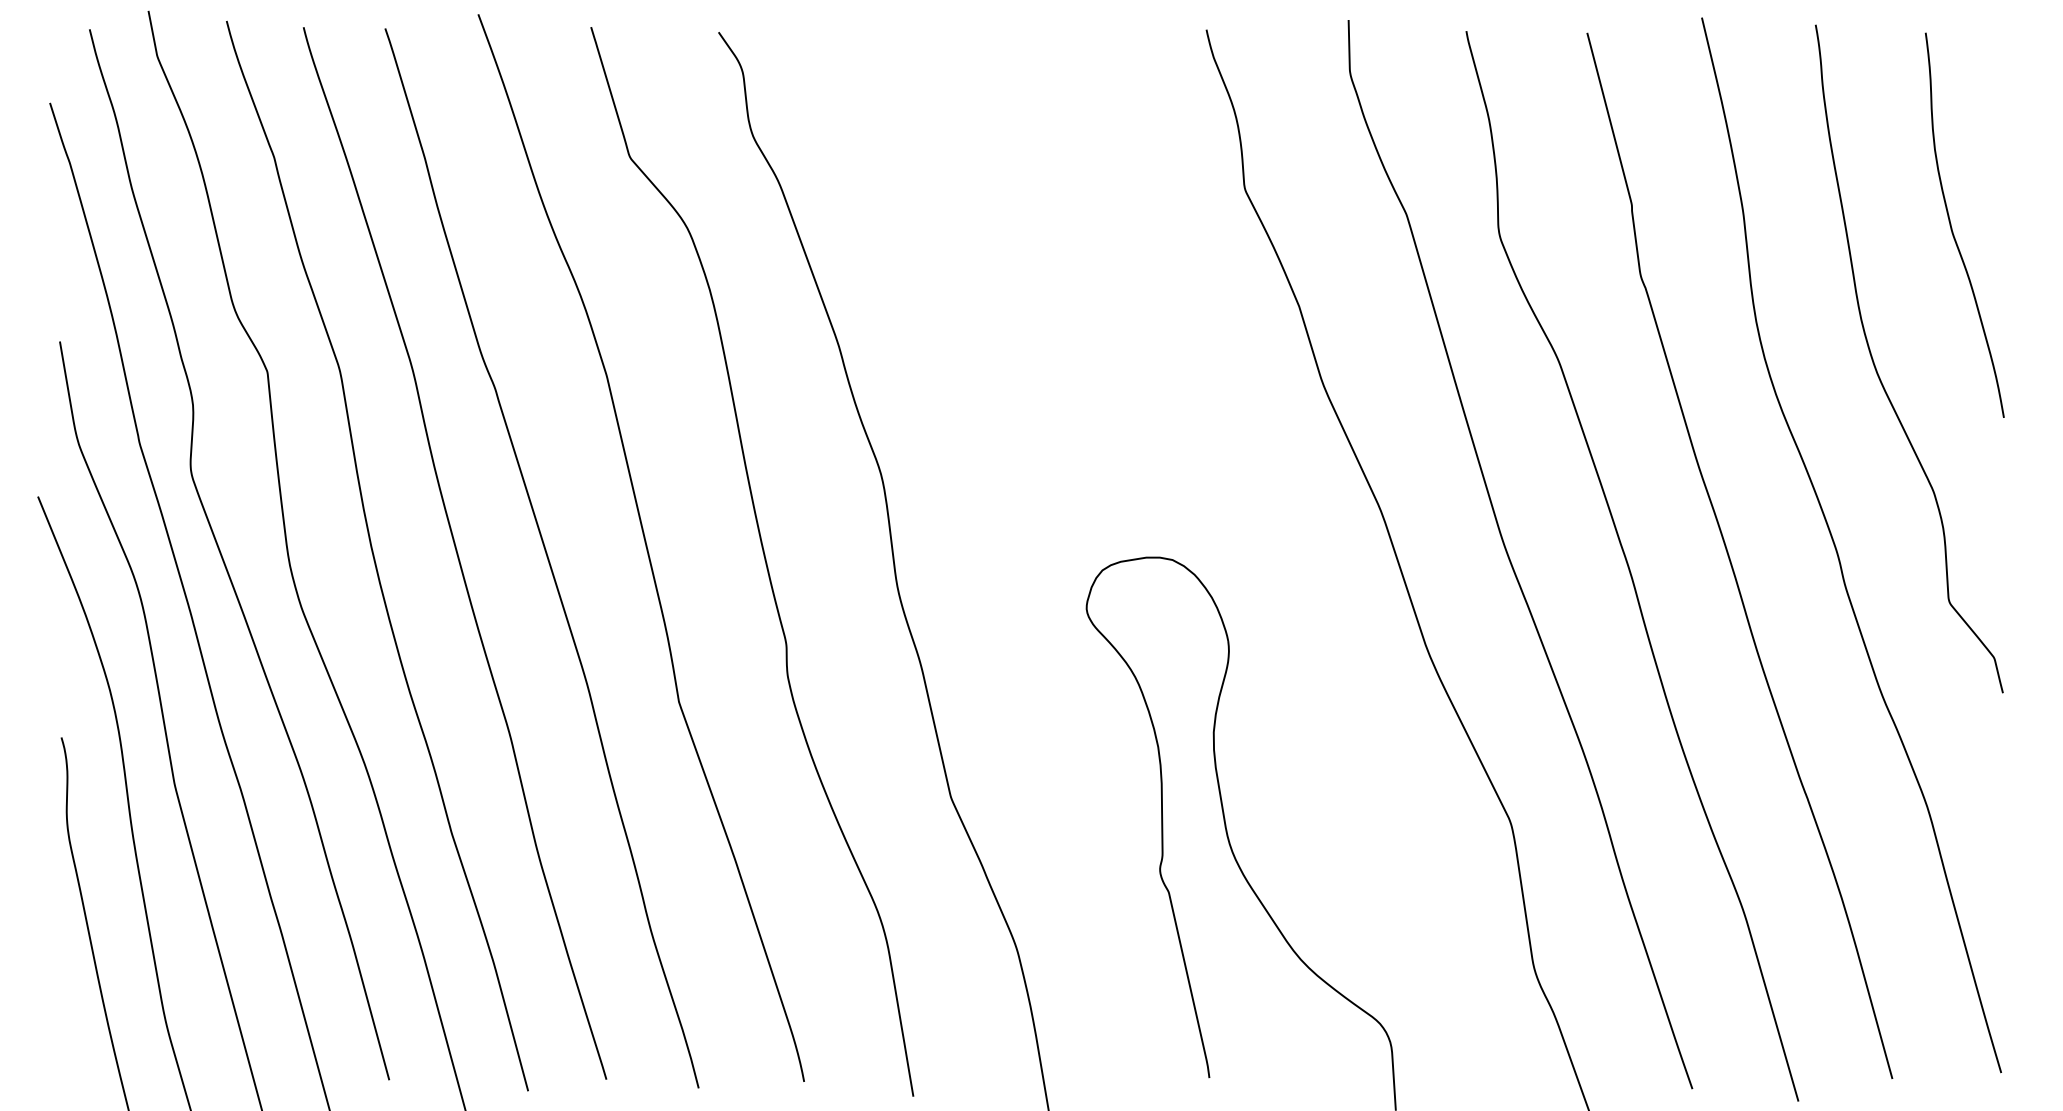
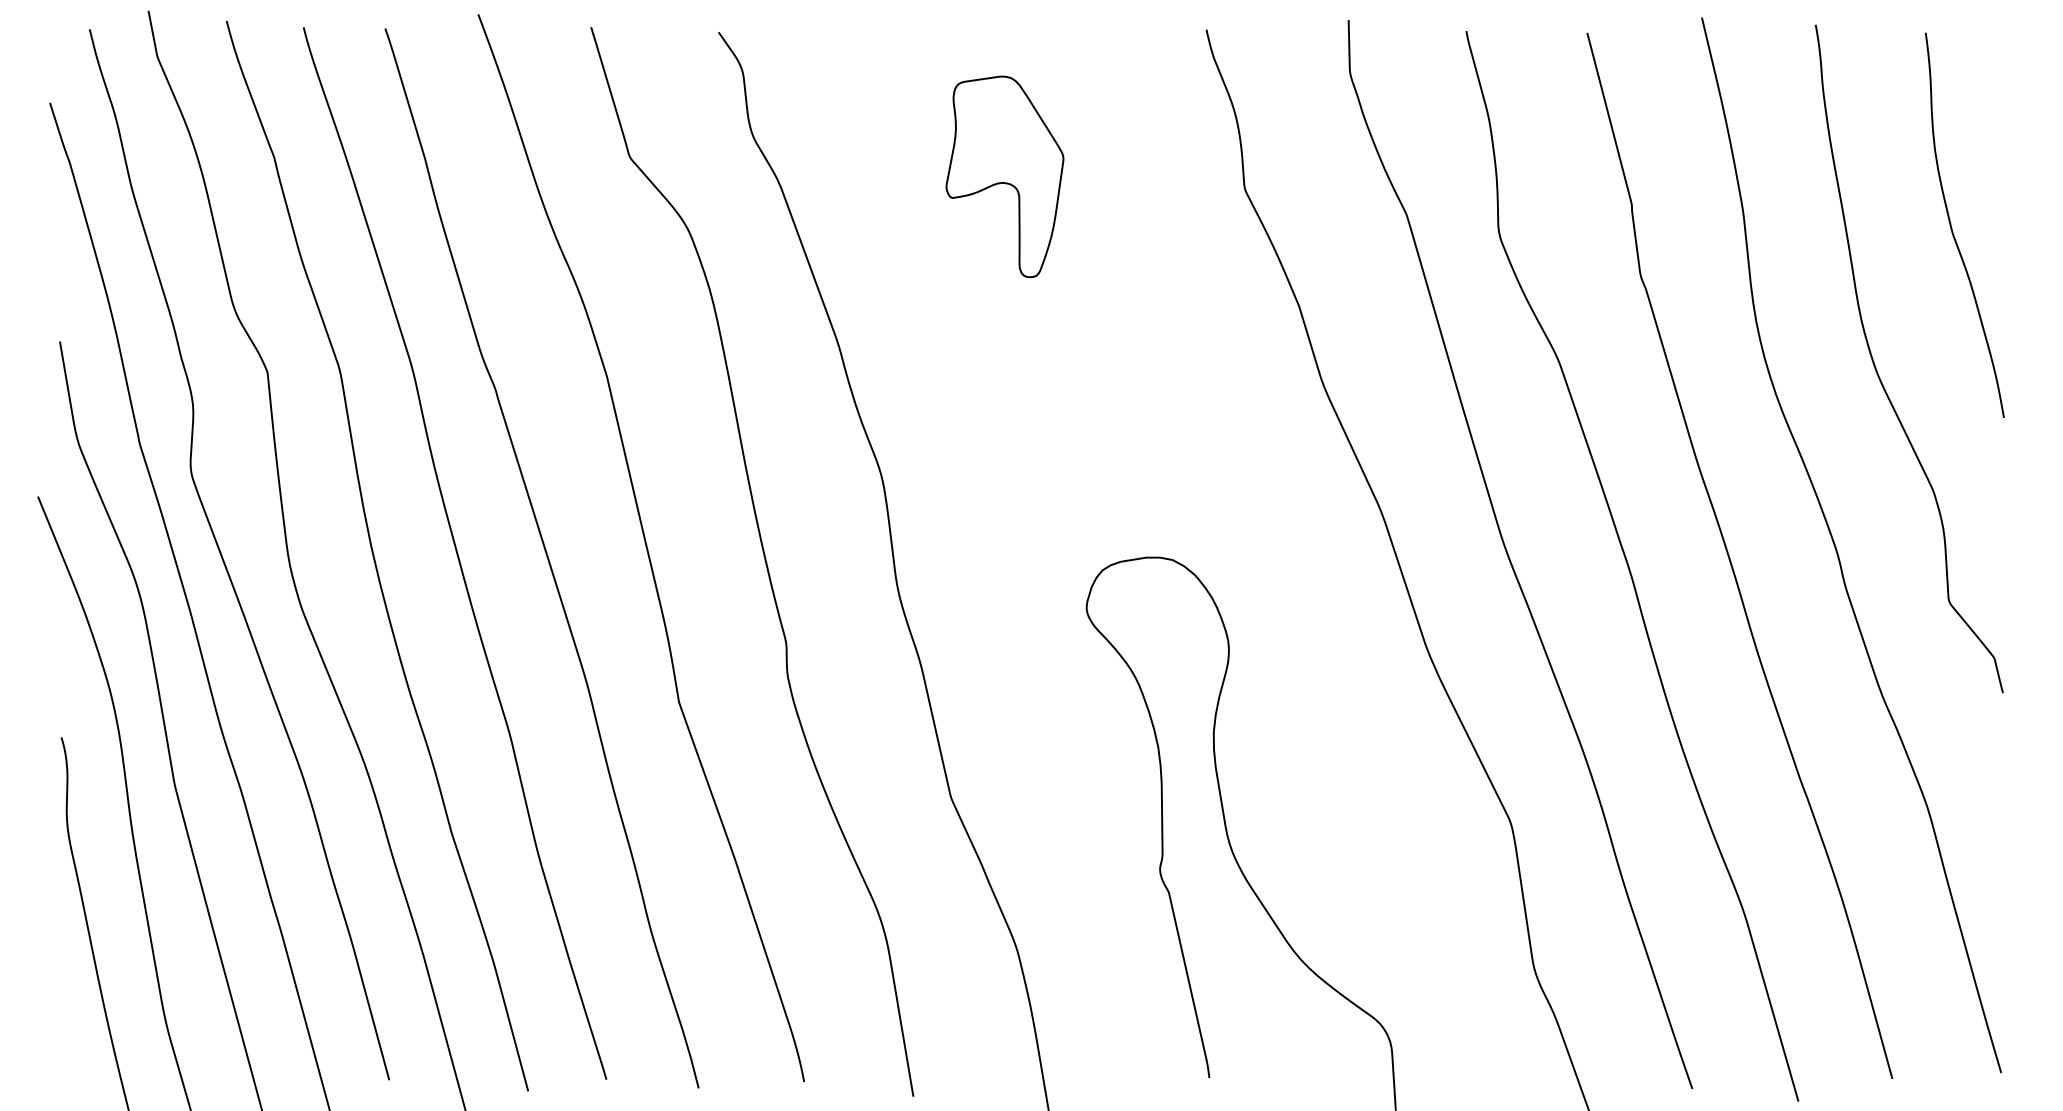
part at (1004, 176): none -> present
